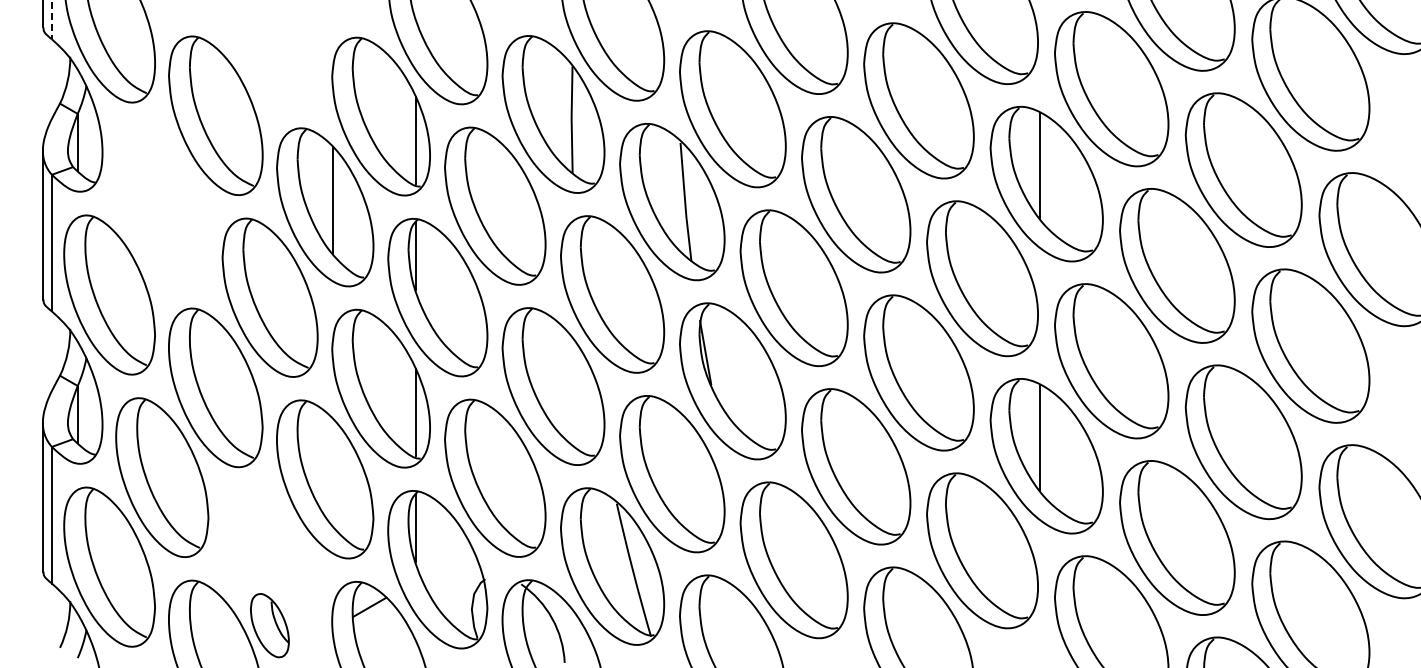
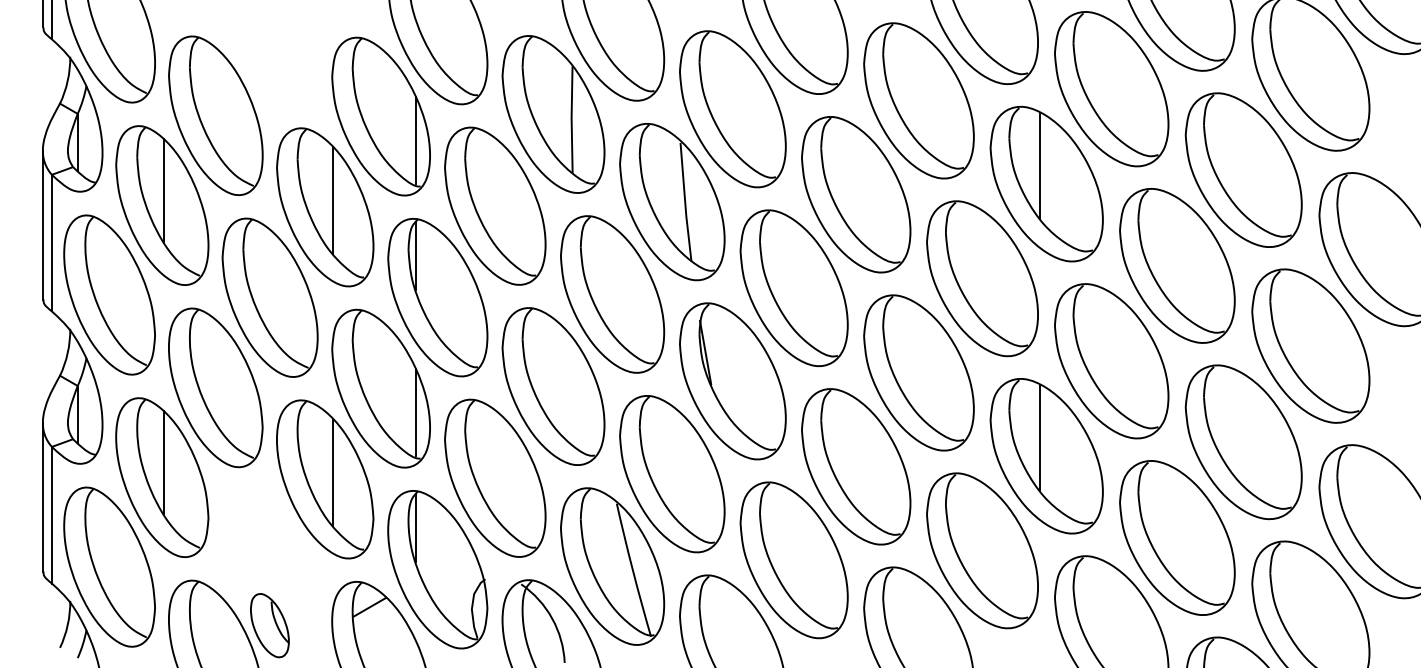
line at (51, 20): dashed -> solid
part at (162, 205): none -> present
line at (163, 462): none -> present
line at (333, 472): none -> present
